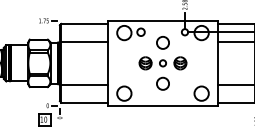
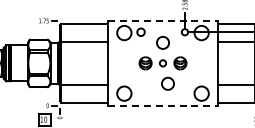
line at (163, 20): solid -> dashed
circle at (162, 83) position: (162, 83) -> (167, 83)
line at (163, 105): solid -> dashed
